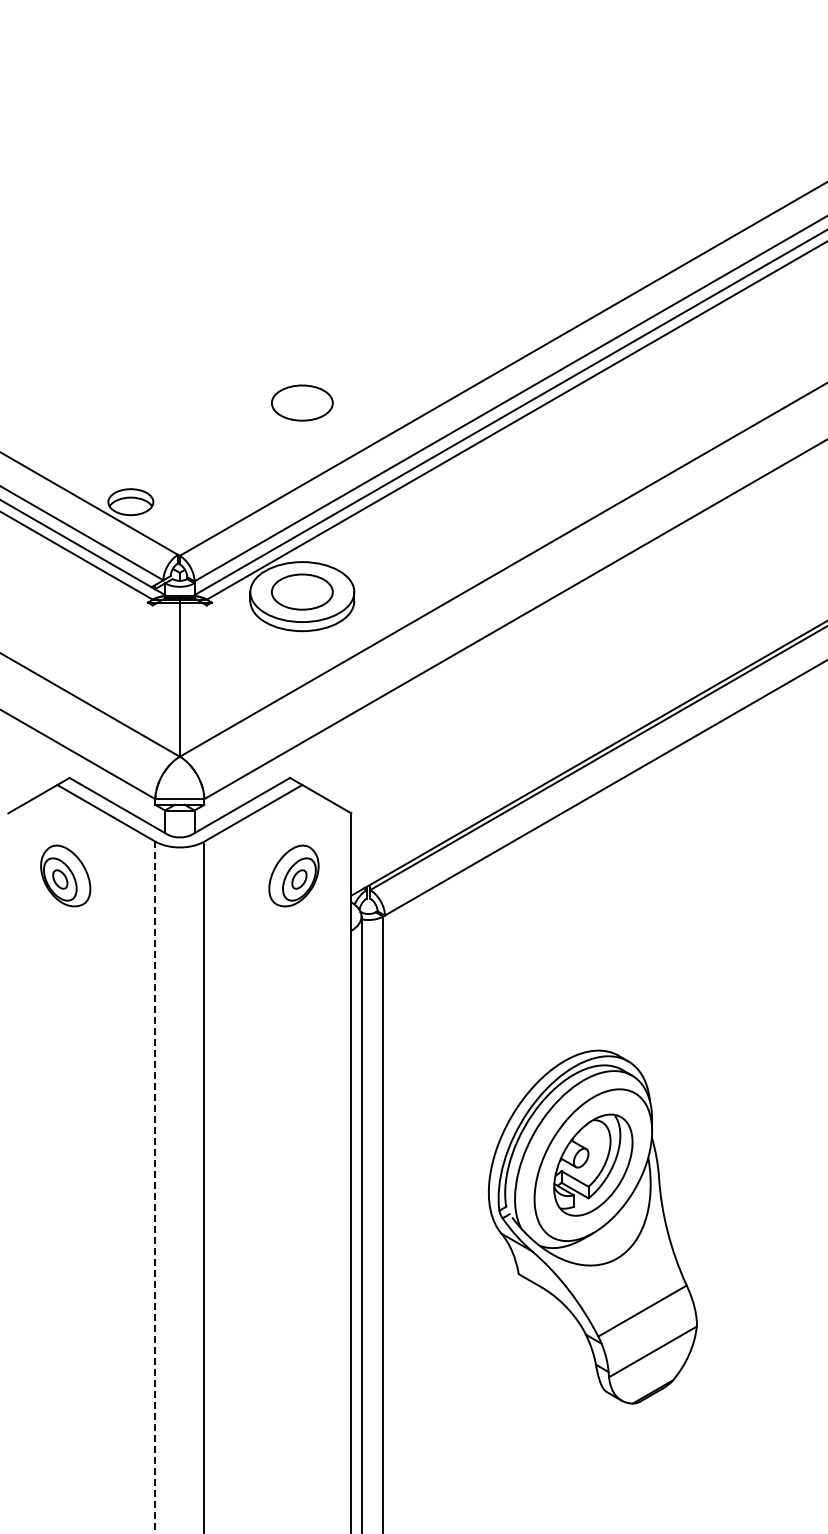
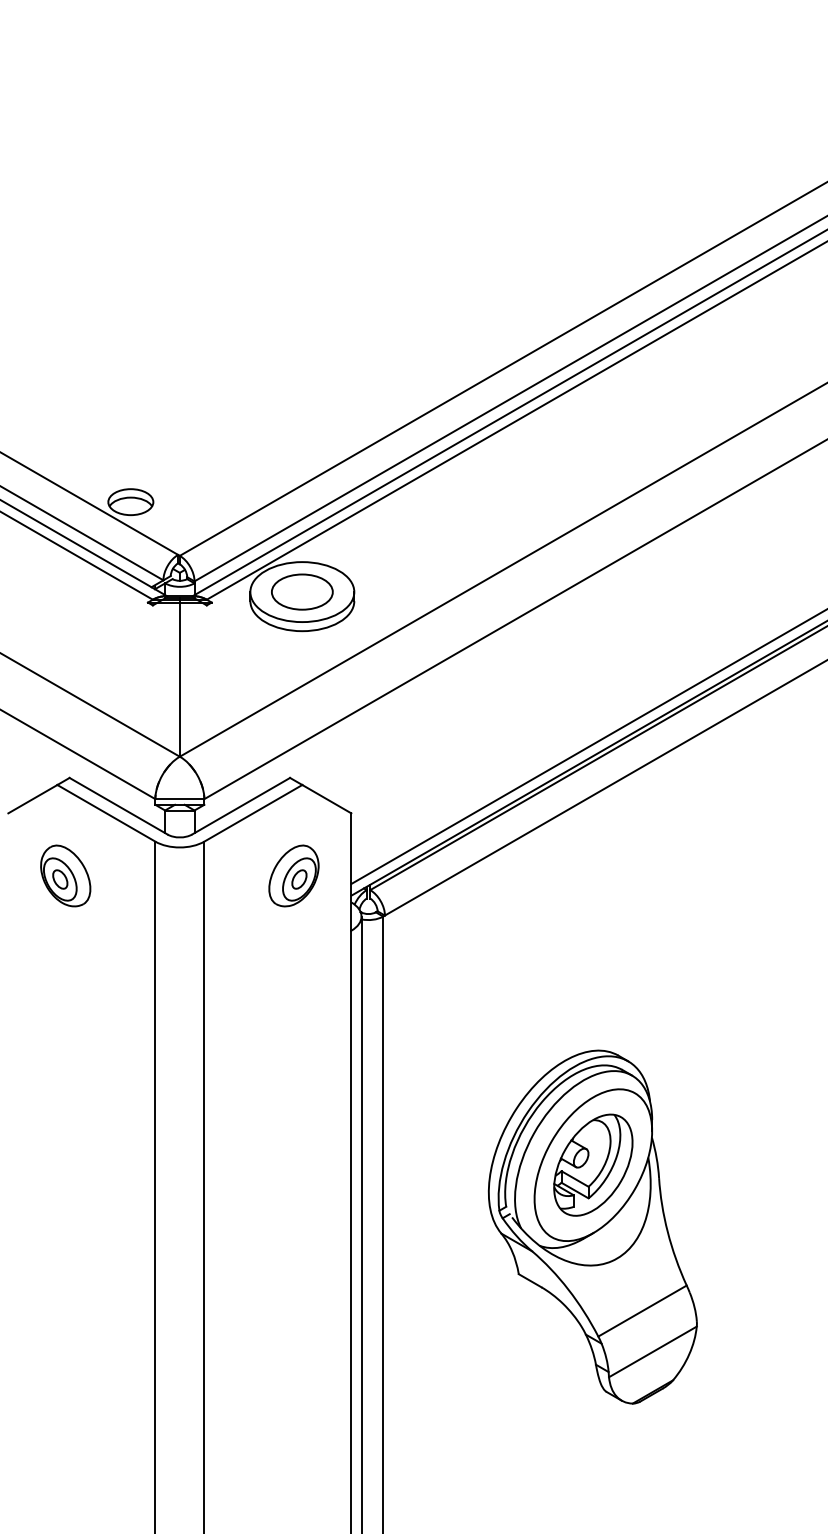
part at (302, 402): present -> none
line at (587, 747): none -> present
line at (155, 1187): dashed -> solid
